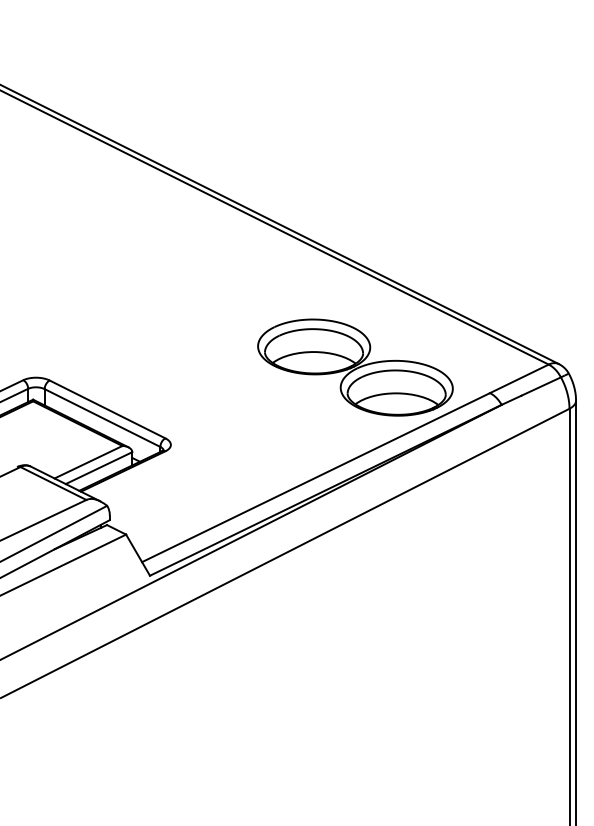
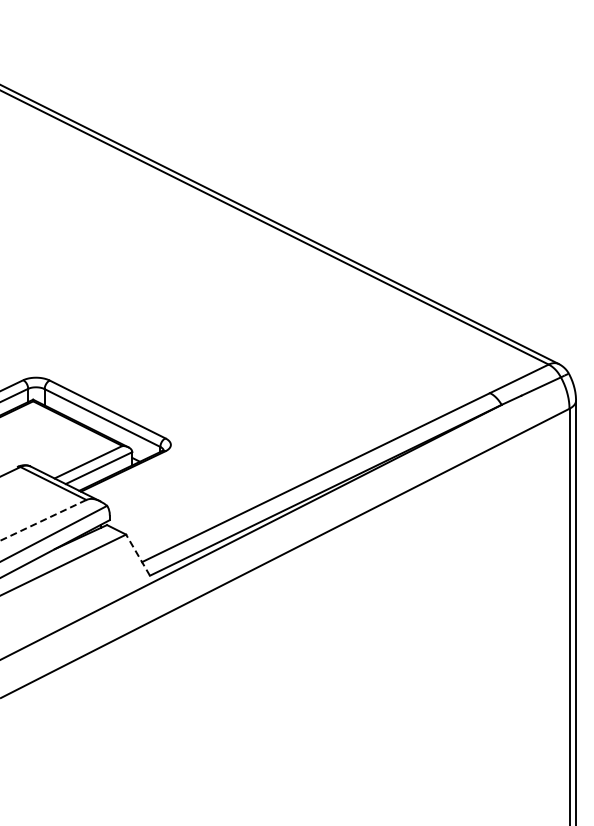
part at (355, 367): present -> none
line at (43, 520): solid -> dashed
line at (138, 555): solid -> dashed
